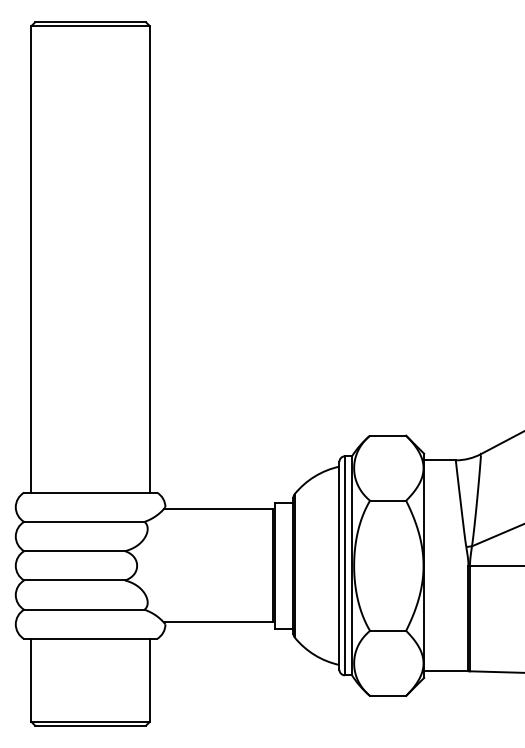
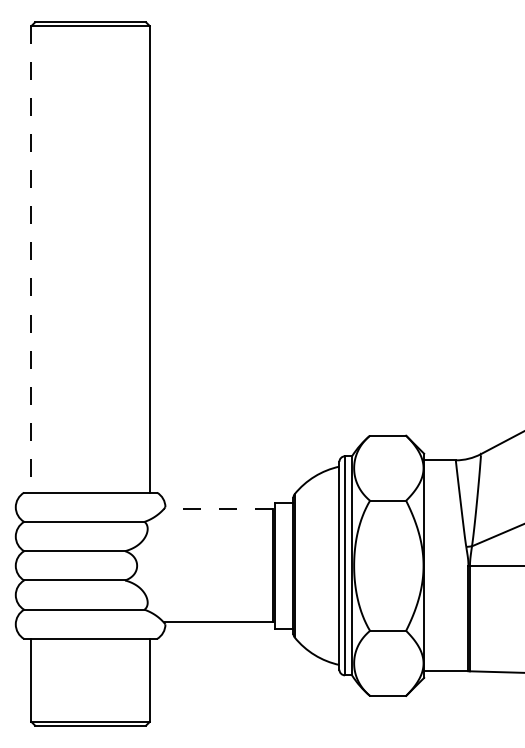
line at (31, 259): solid -> dashed
line at (218, 509): solid -> dashed
